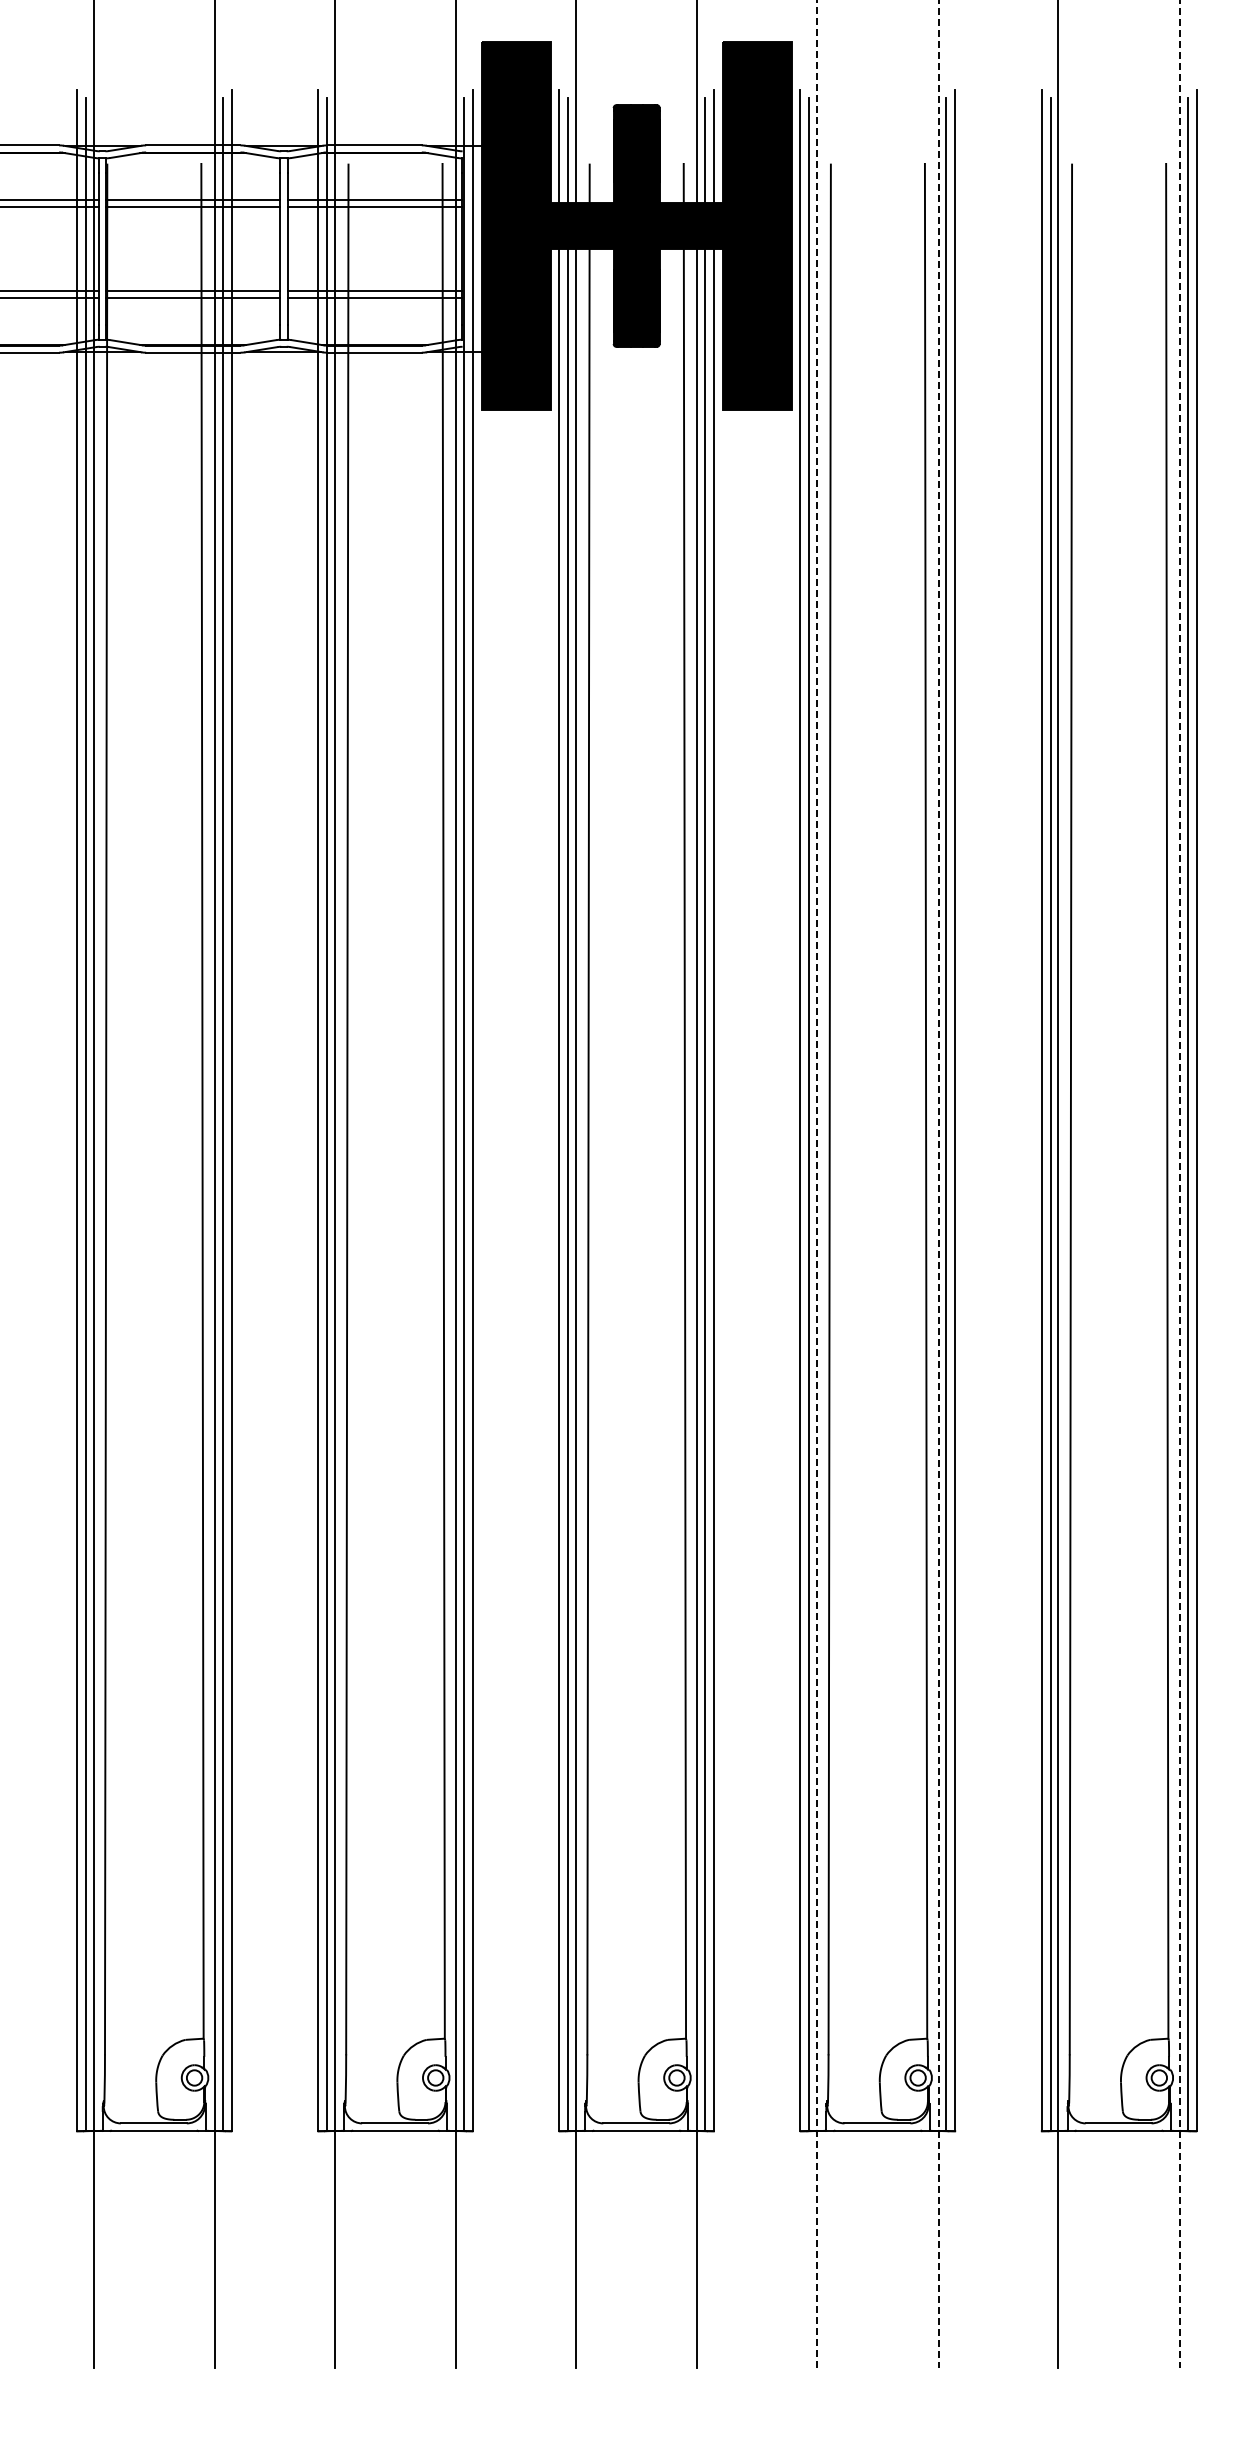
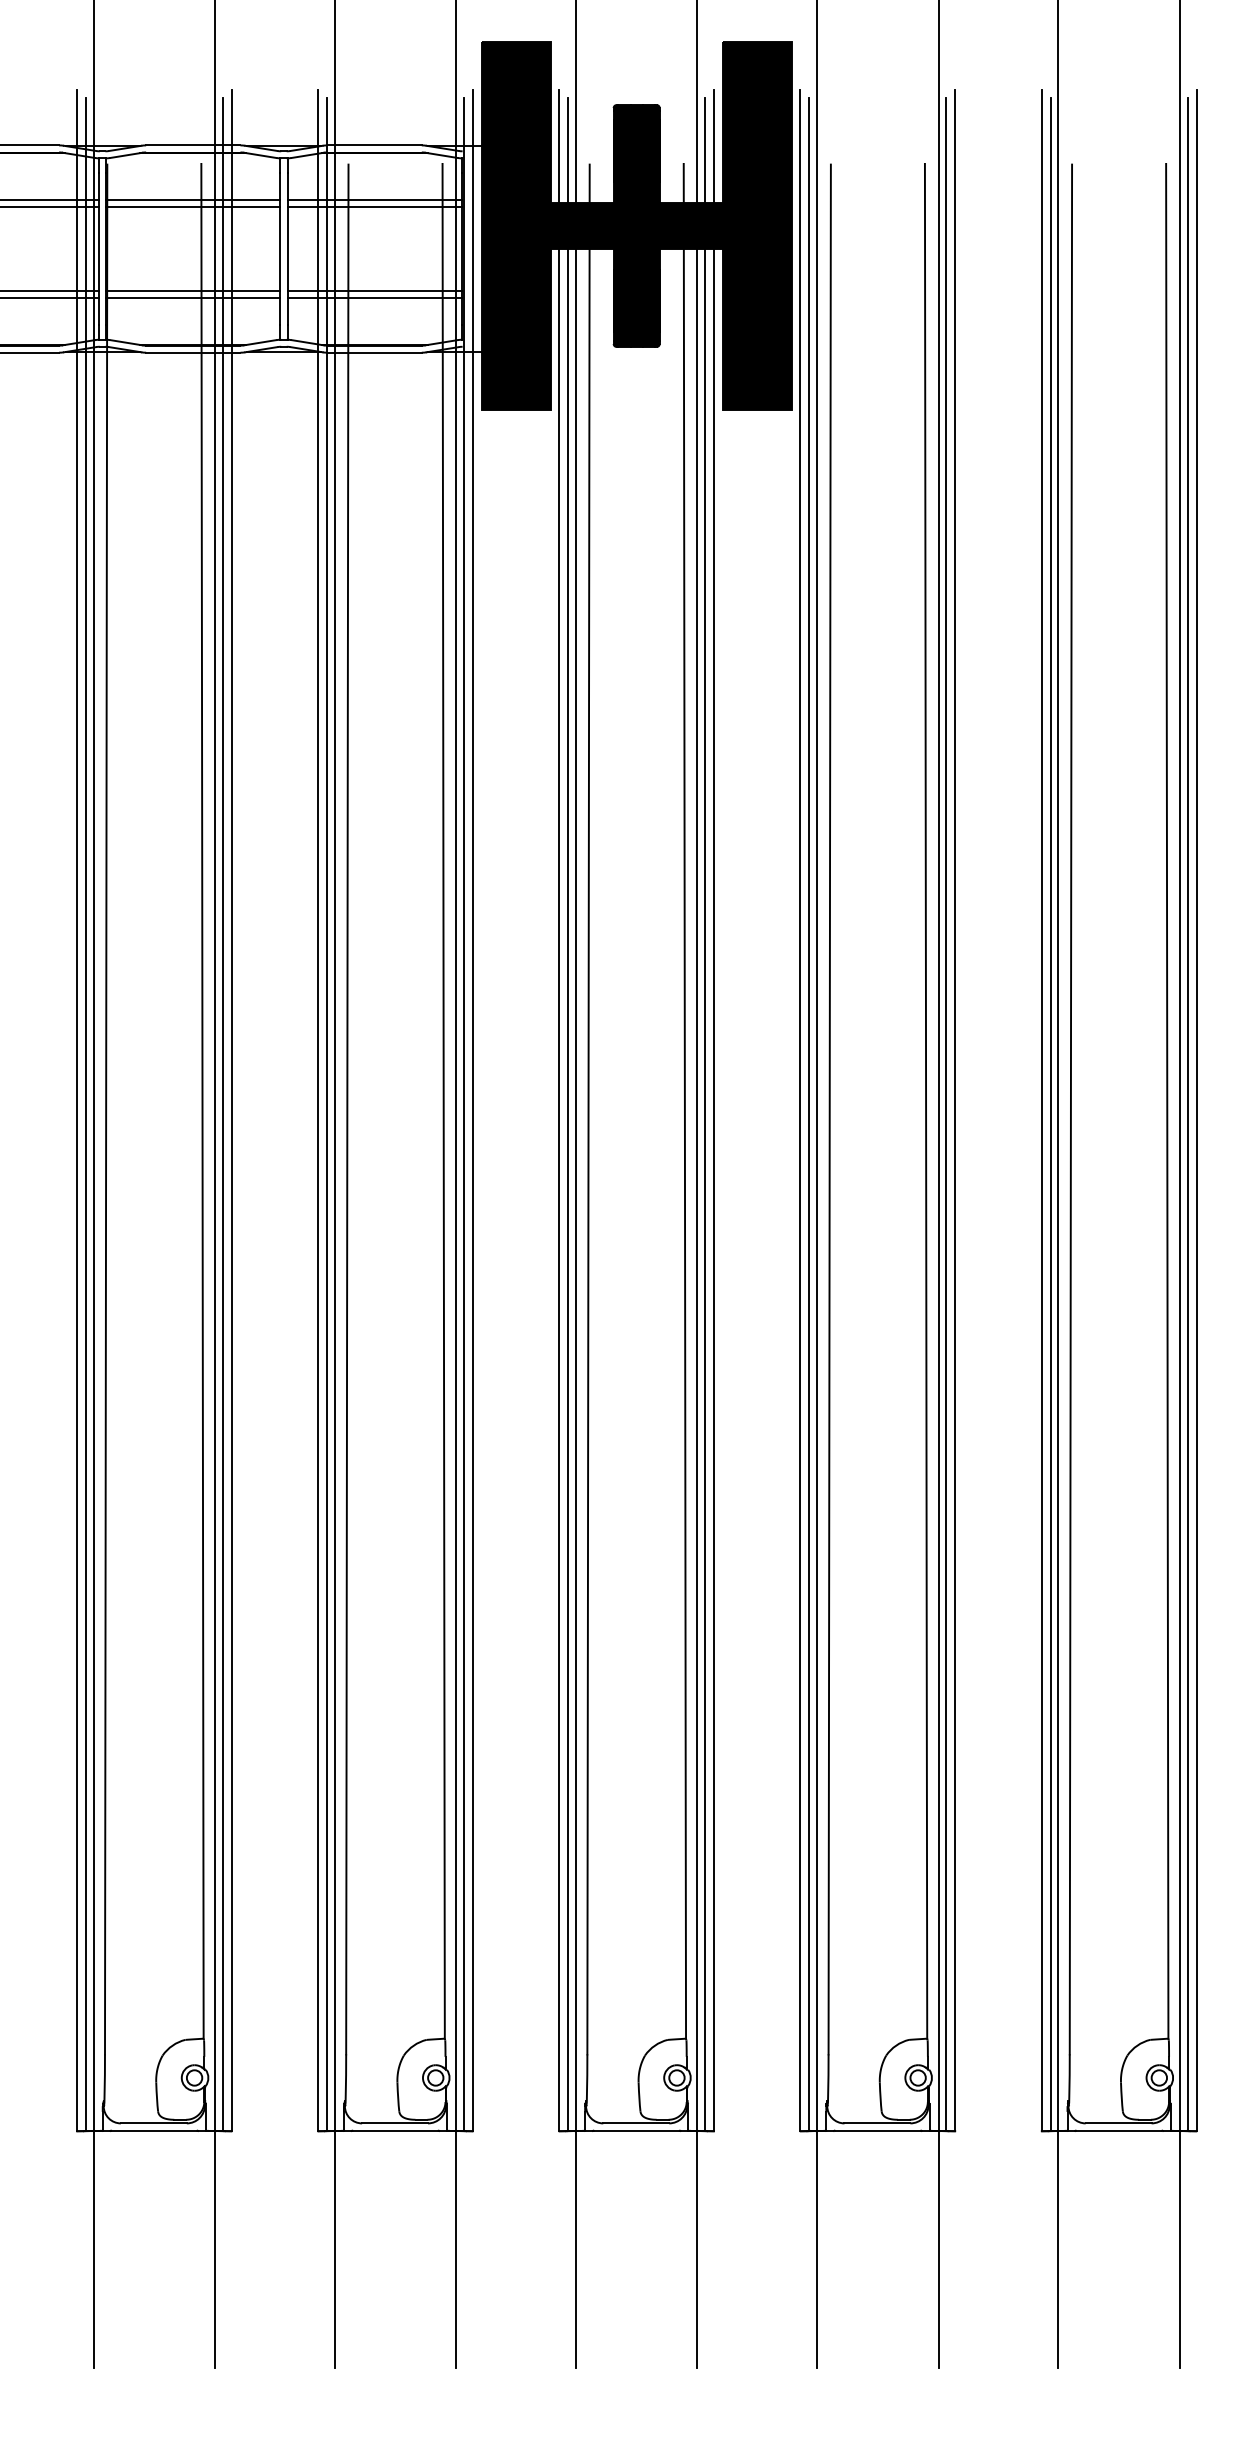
line at (817, 1183): dashed -> solid
line at (938, 1184): dashed -> solid
line at (1179, 1184): dashed -> solid
